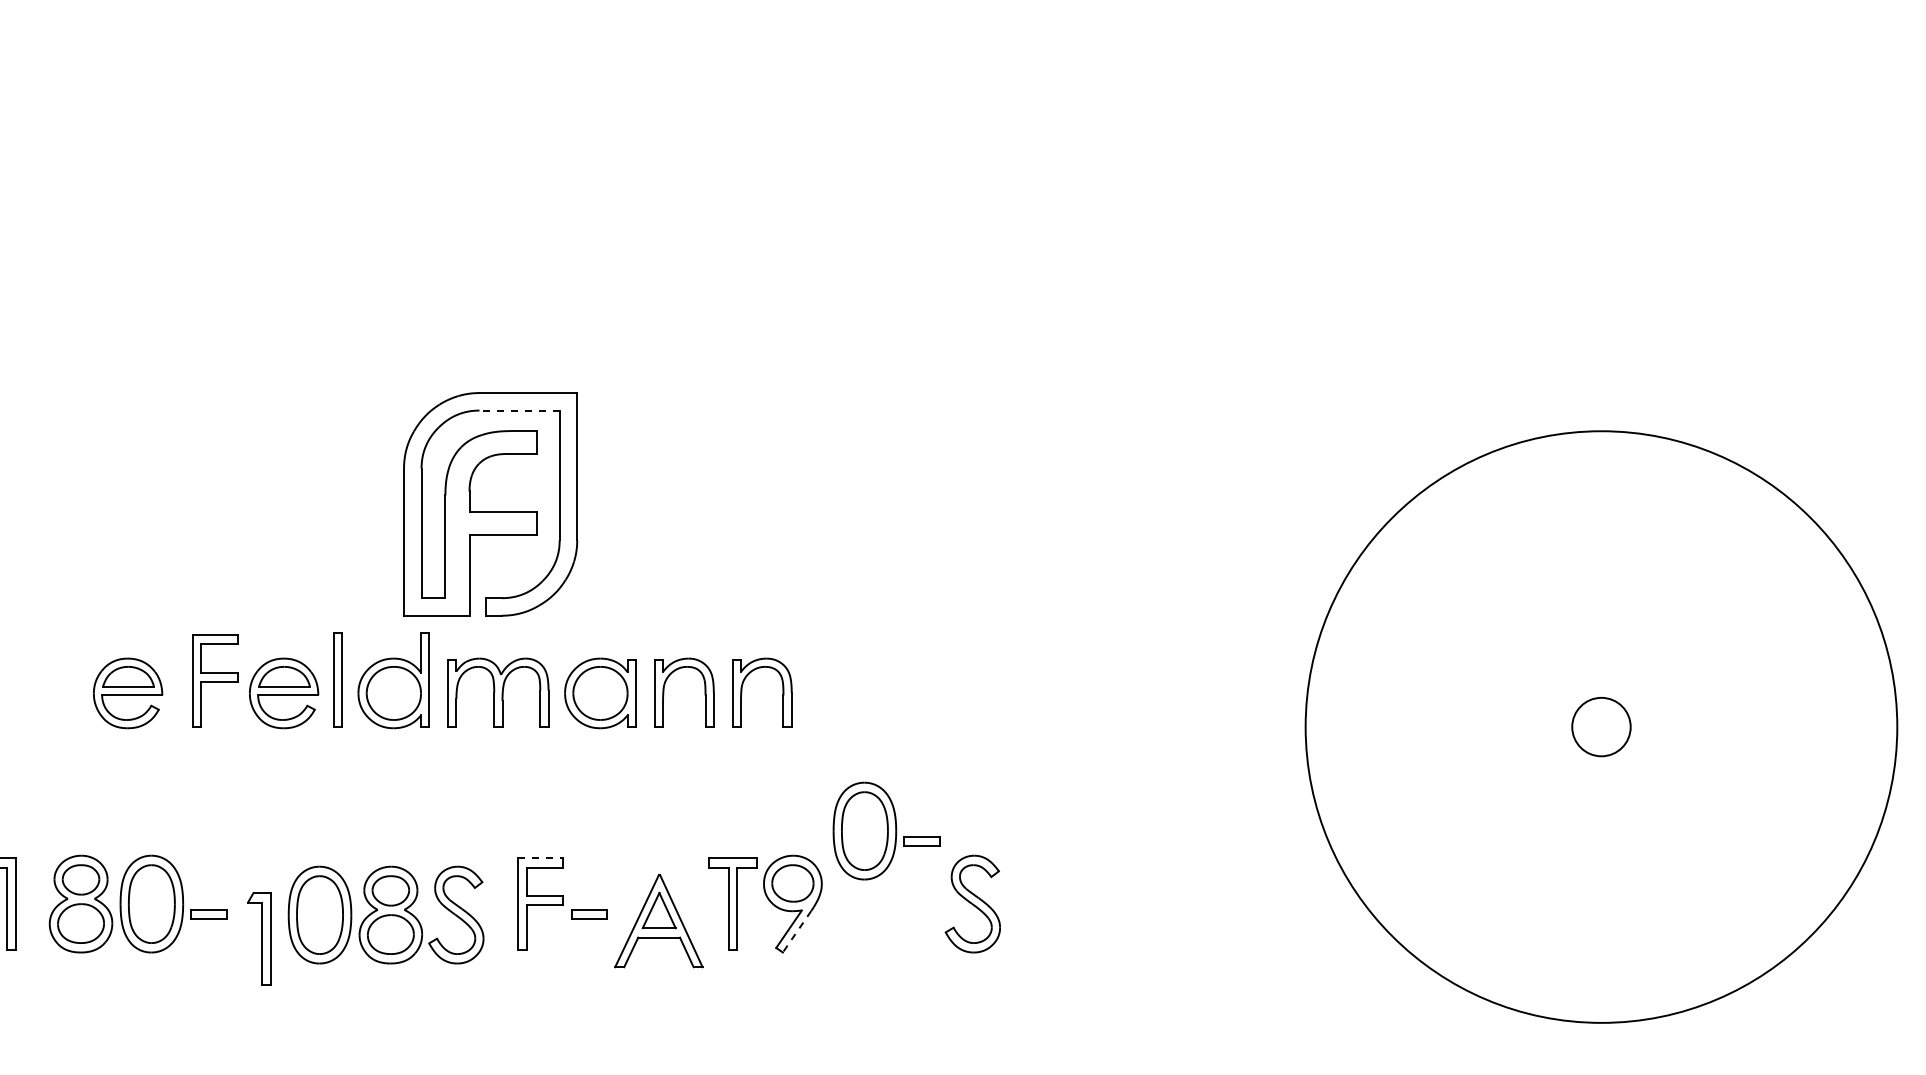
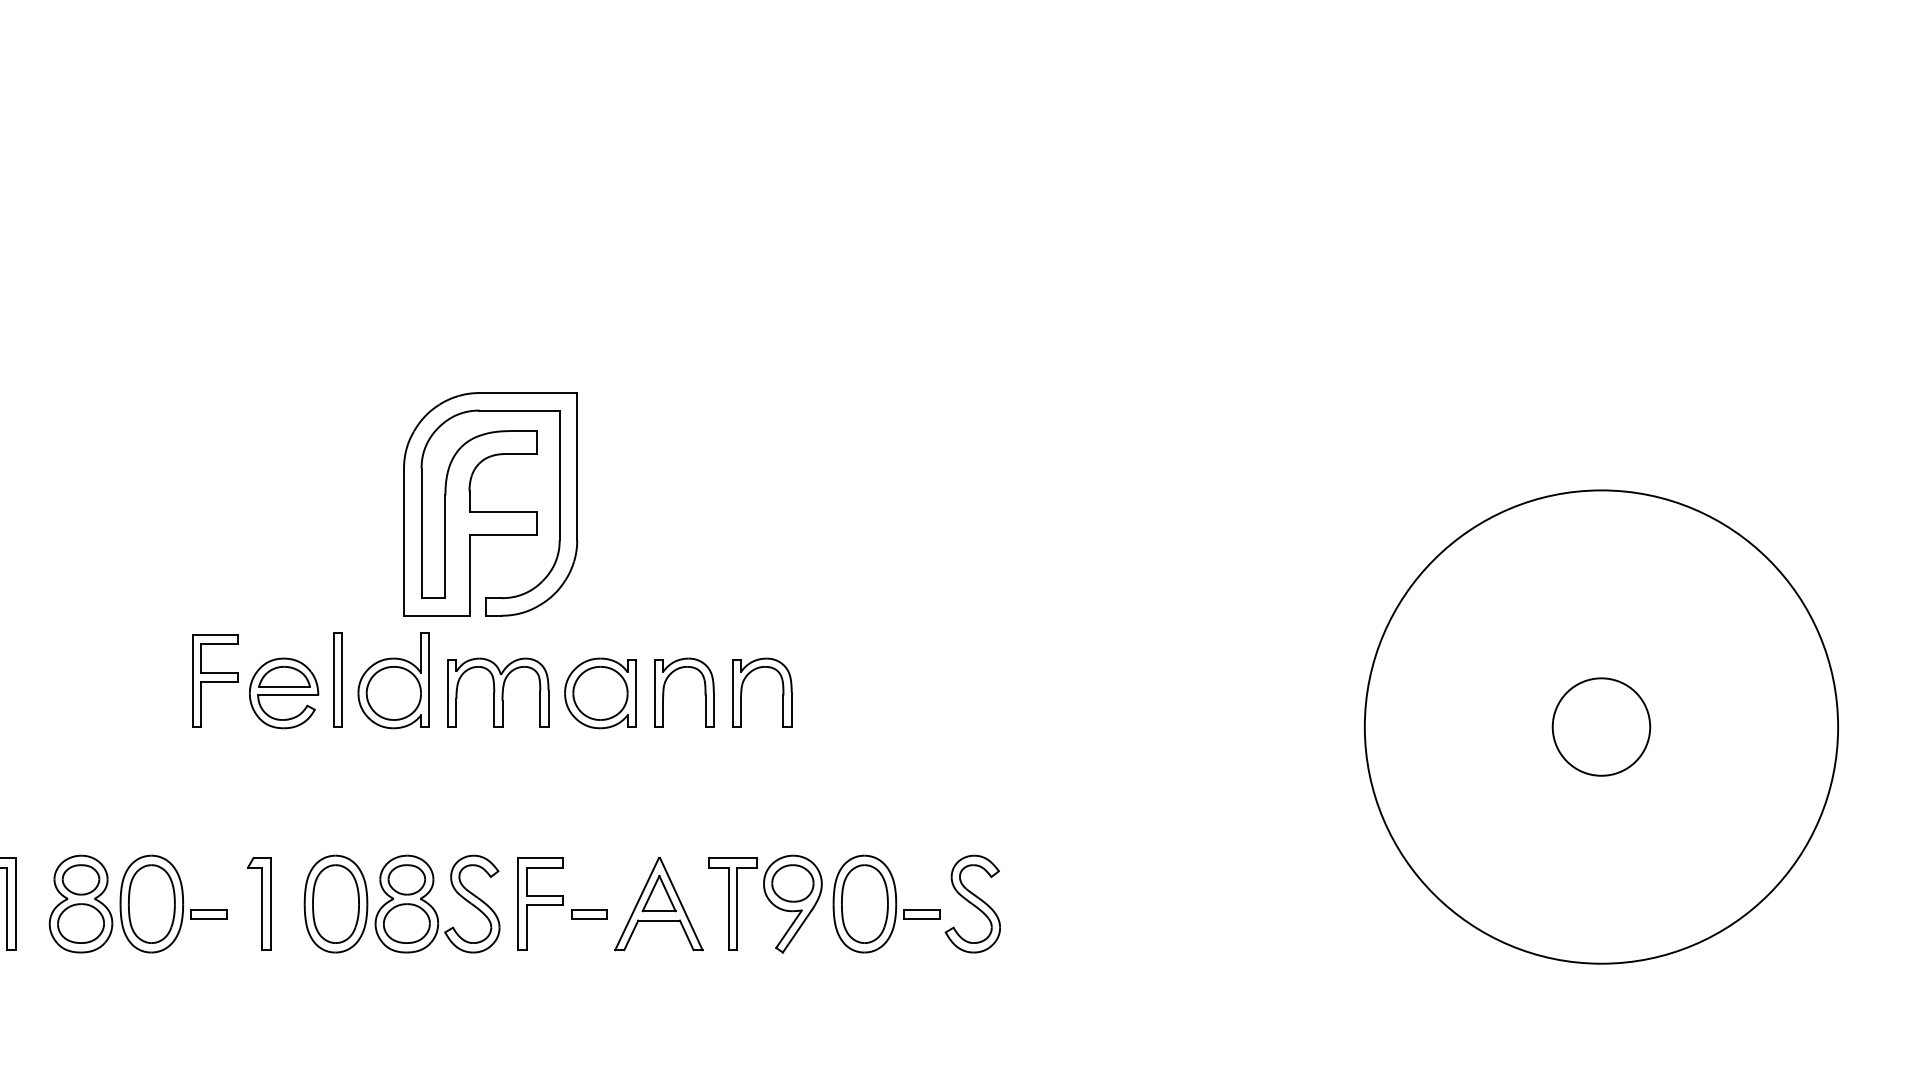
line at (519, 410): dashed -> solid
part at (128, 693): present -> none
circle at (1601, 726) diameter: 58 px -> 97 px
circle at (1601, 726) diameter: 592 px -> 473 px
part at (886, 830) position: (886, 830) -> (886, 903)
line at (541, 858): dashed -> solid
part at (385, 914) position: (385, 914) -> (401, 903)
part at (658, 921) position: (658, 921) -> (658, 904)
line at (796, 932): dashed -> solid
part at (259, 938) position: (259, 938) -> (259, 903)
